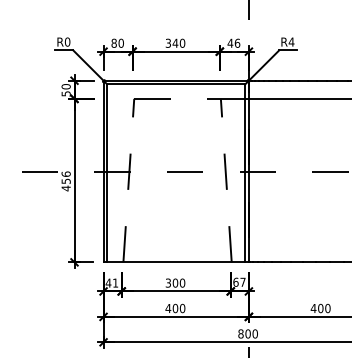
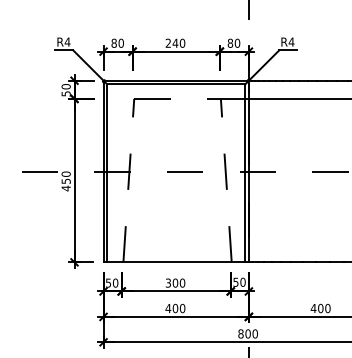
text at (67, 41): R0 -> R4
text at (233, 42): 46 -> 80
text at (167, 43): 340 -> 240
text at (65, 173): 456 -> 450
text at (239, 281): 67 -> 50
text at (111, 282): 41 -> 50
